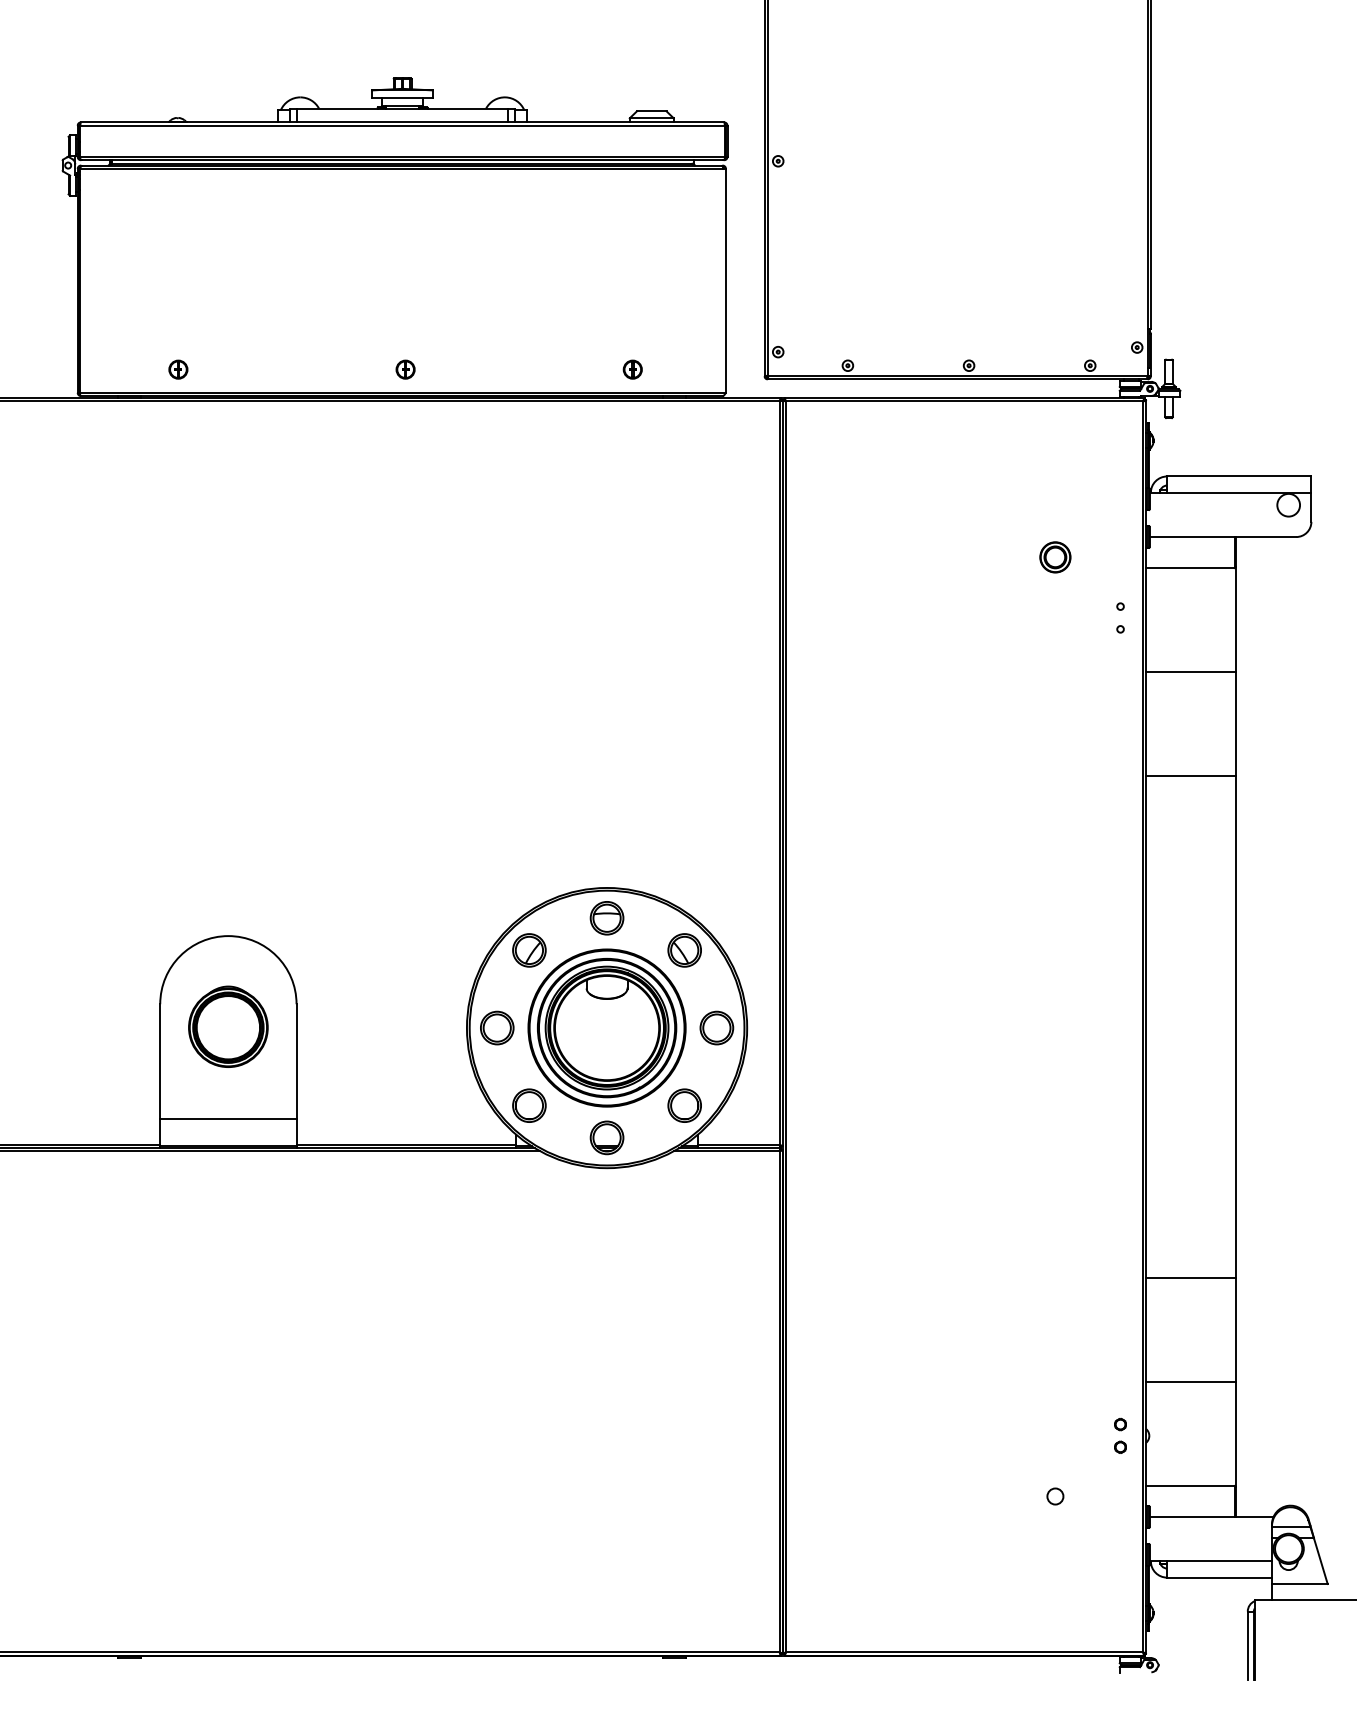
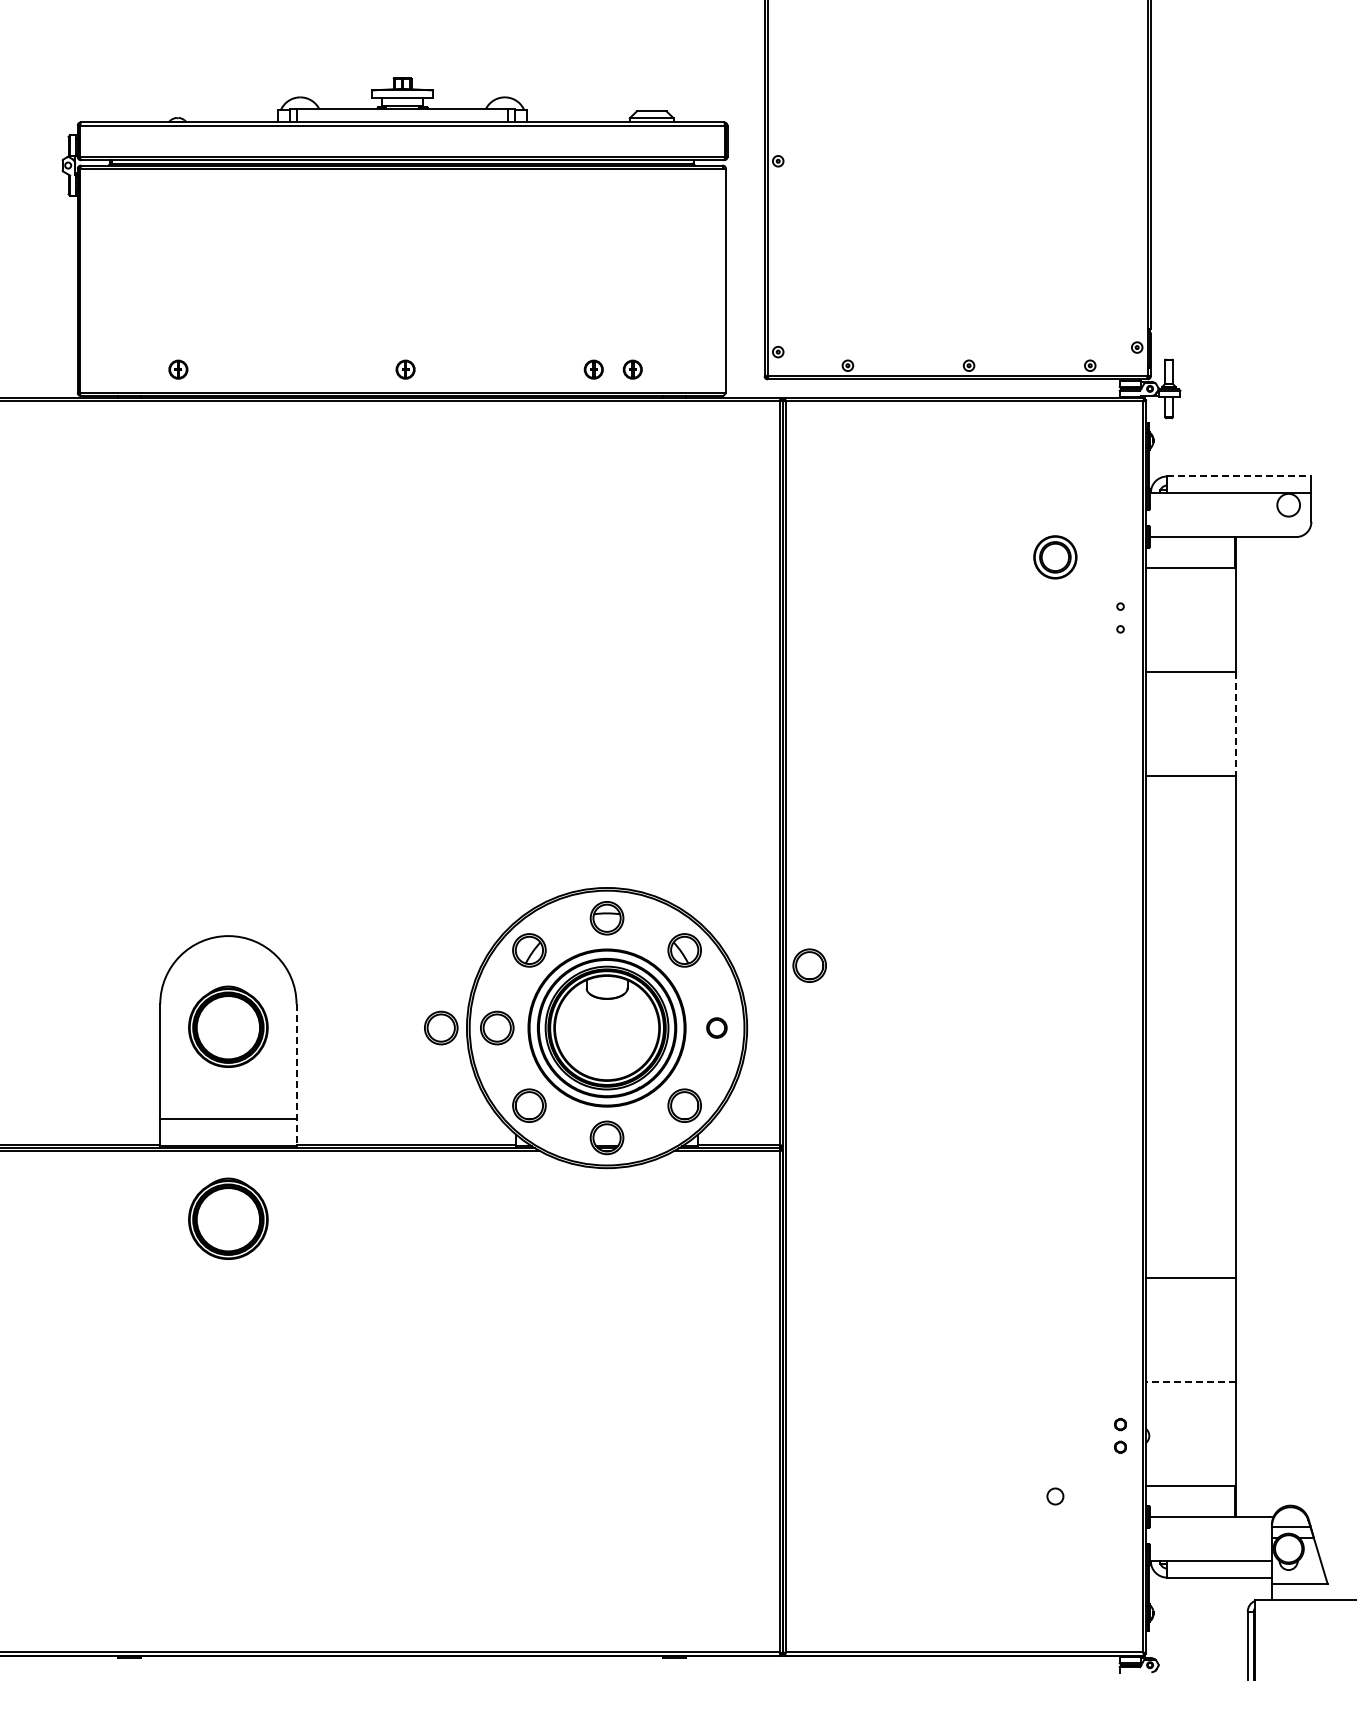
part at (593, 369): none -> present
line at (1239, 476): solid -> dashed
part at (1055, 557) size: 33x33 px -> 45x45 px
line at (1235, 723): solid -> dashed
part at (809, 965): none -> present
part at (441, 1027): none -> present
part at (716, 1027) size: 36x36 px -> 22x22 px
line at (296, 1075): solid -> dashed
part at (228, 1218): none -> present
line at (1190, 1382): solid -> dashed
